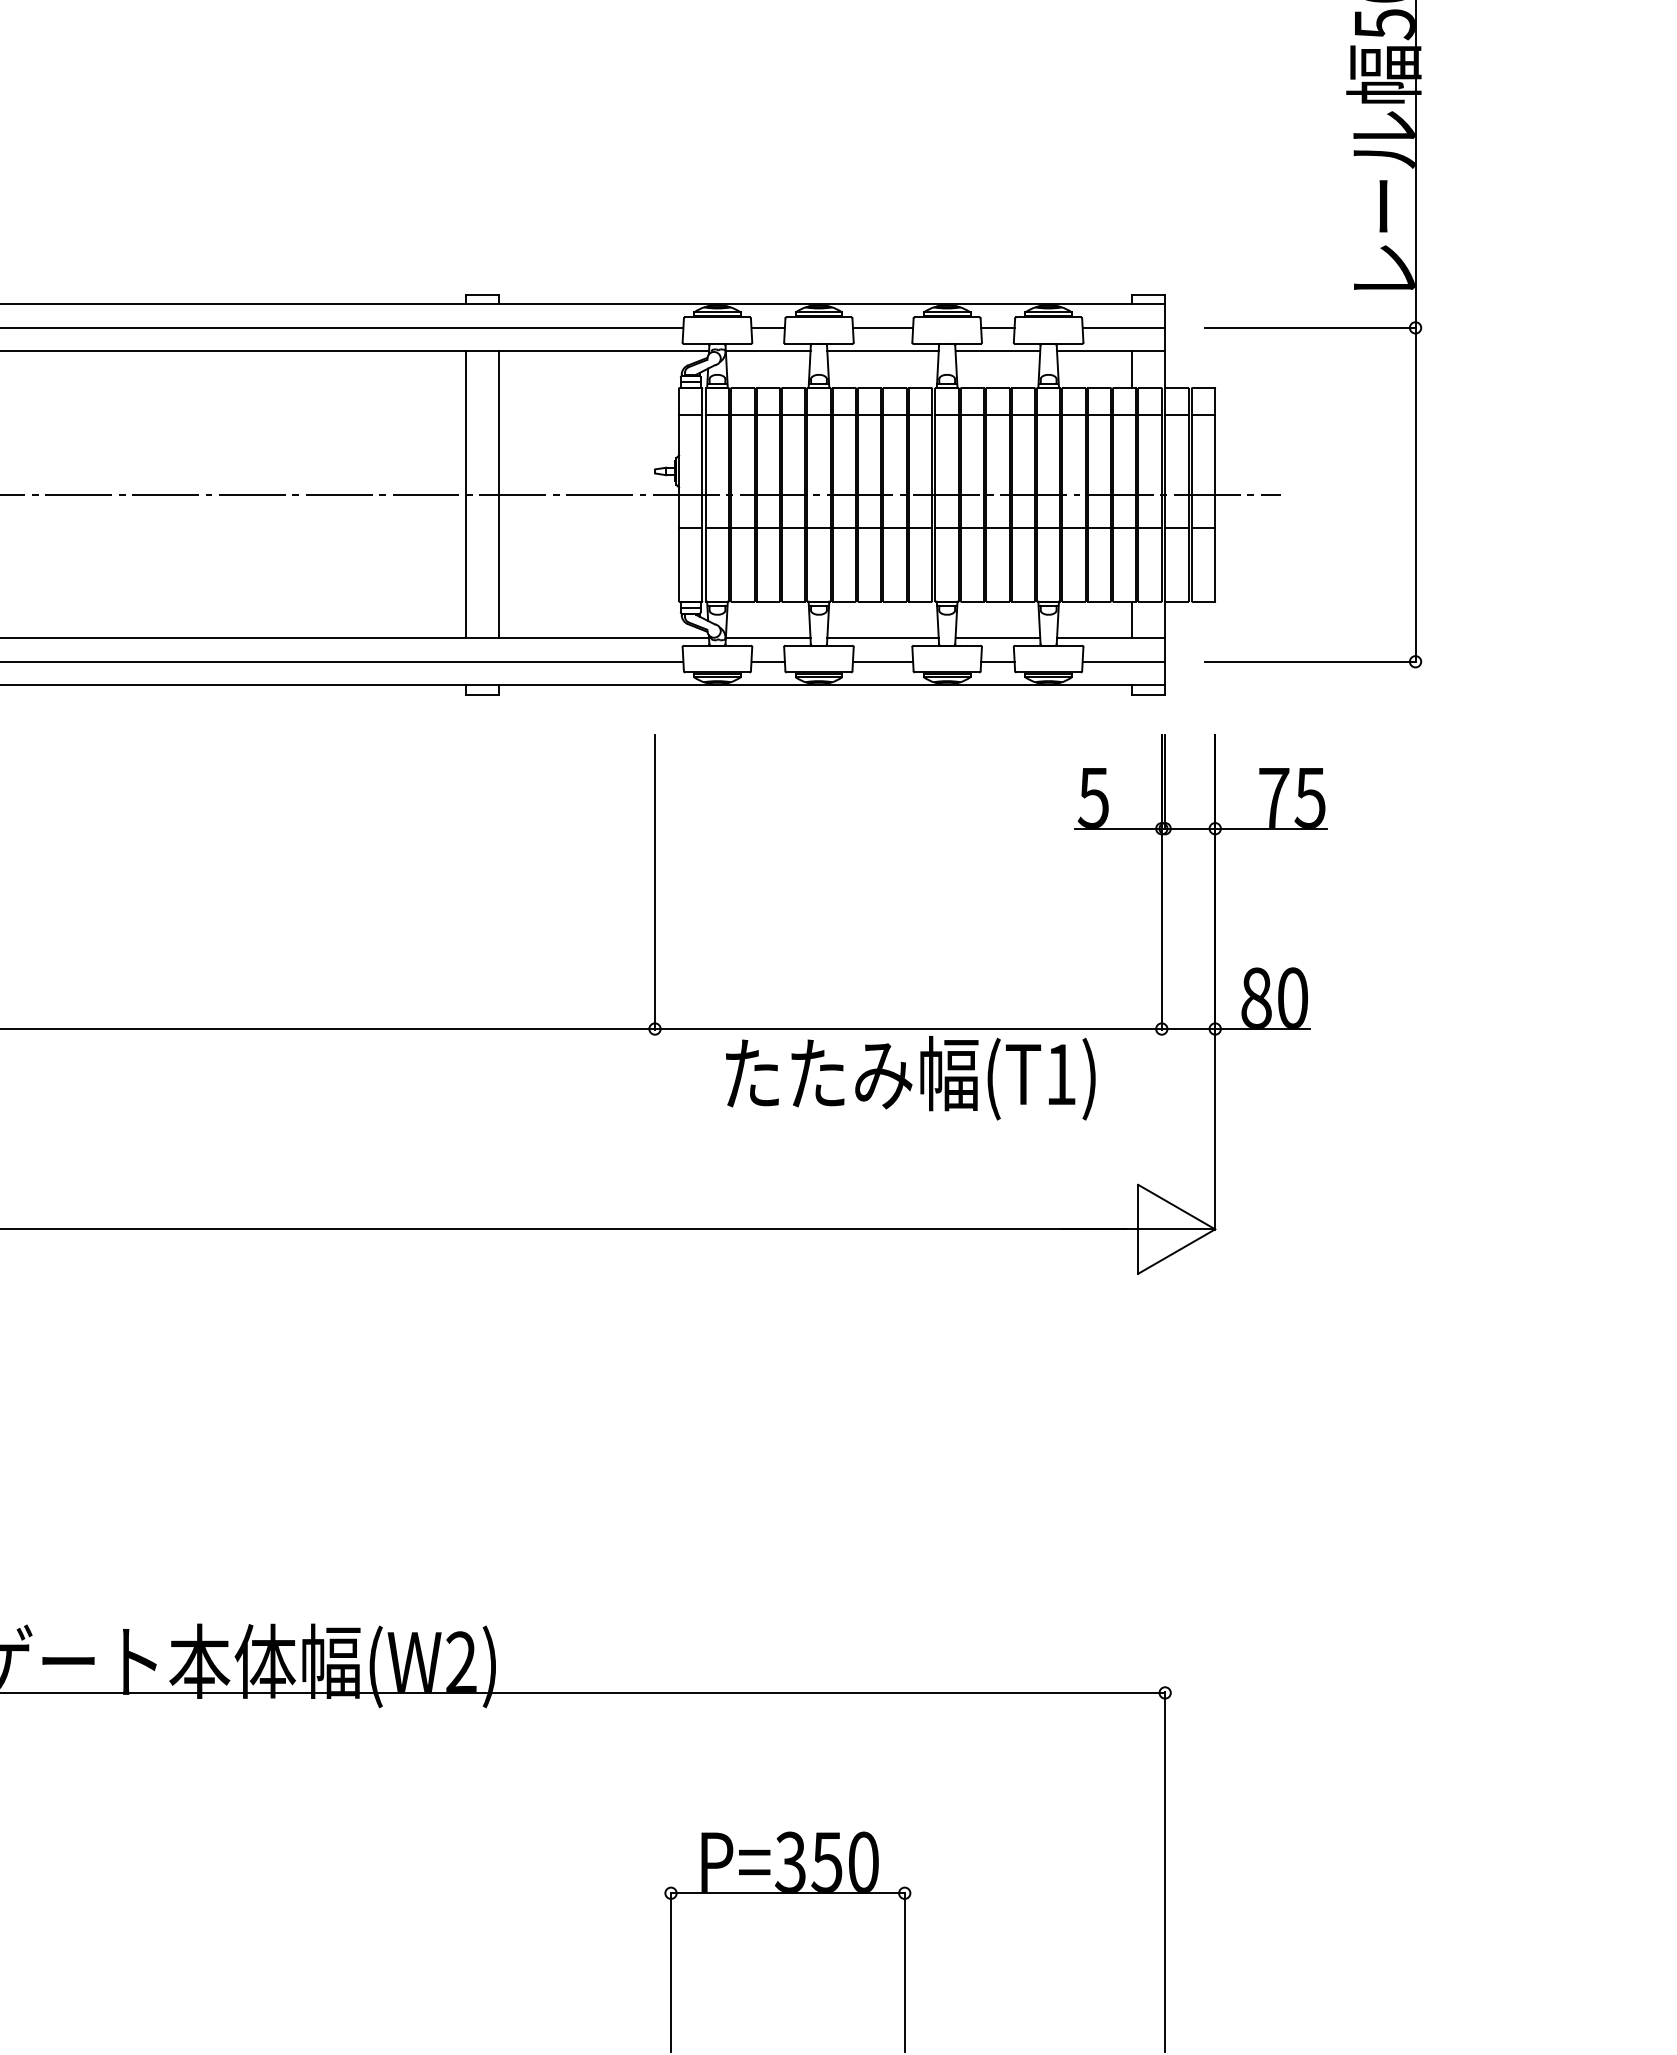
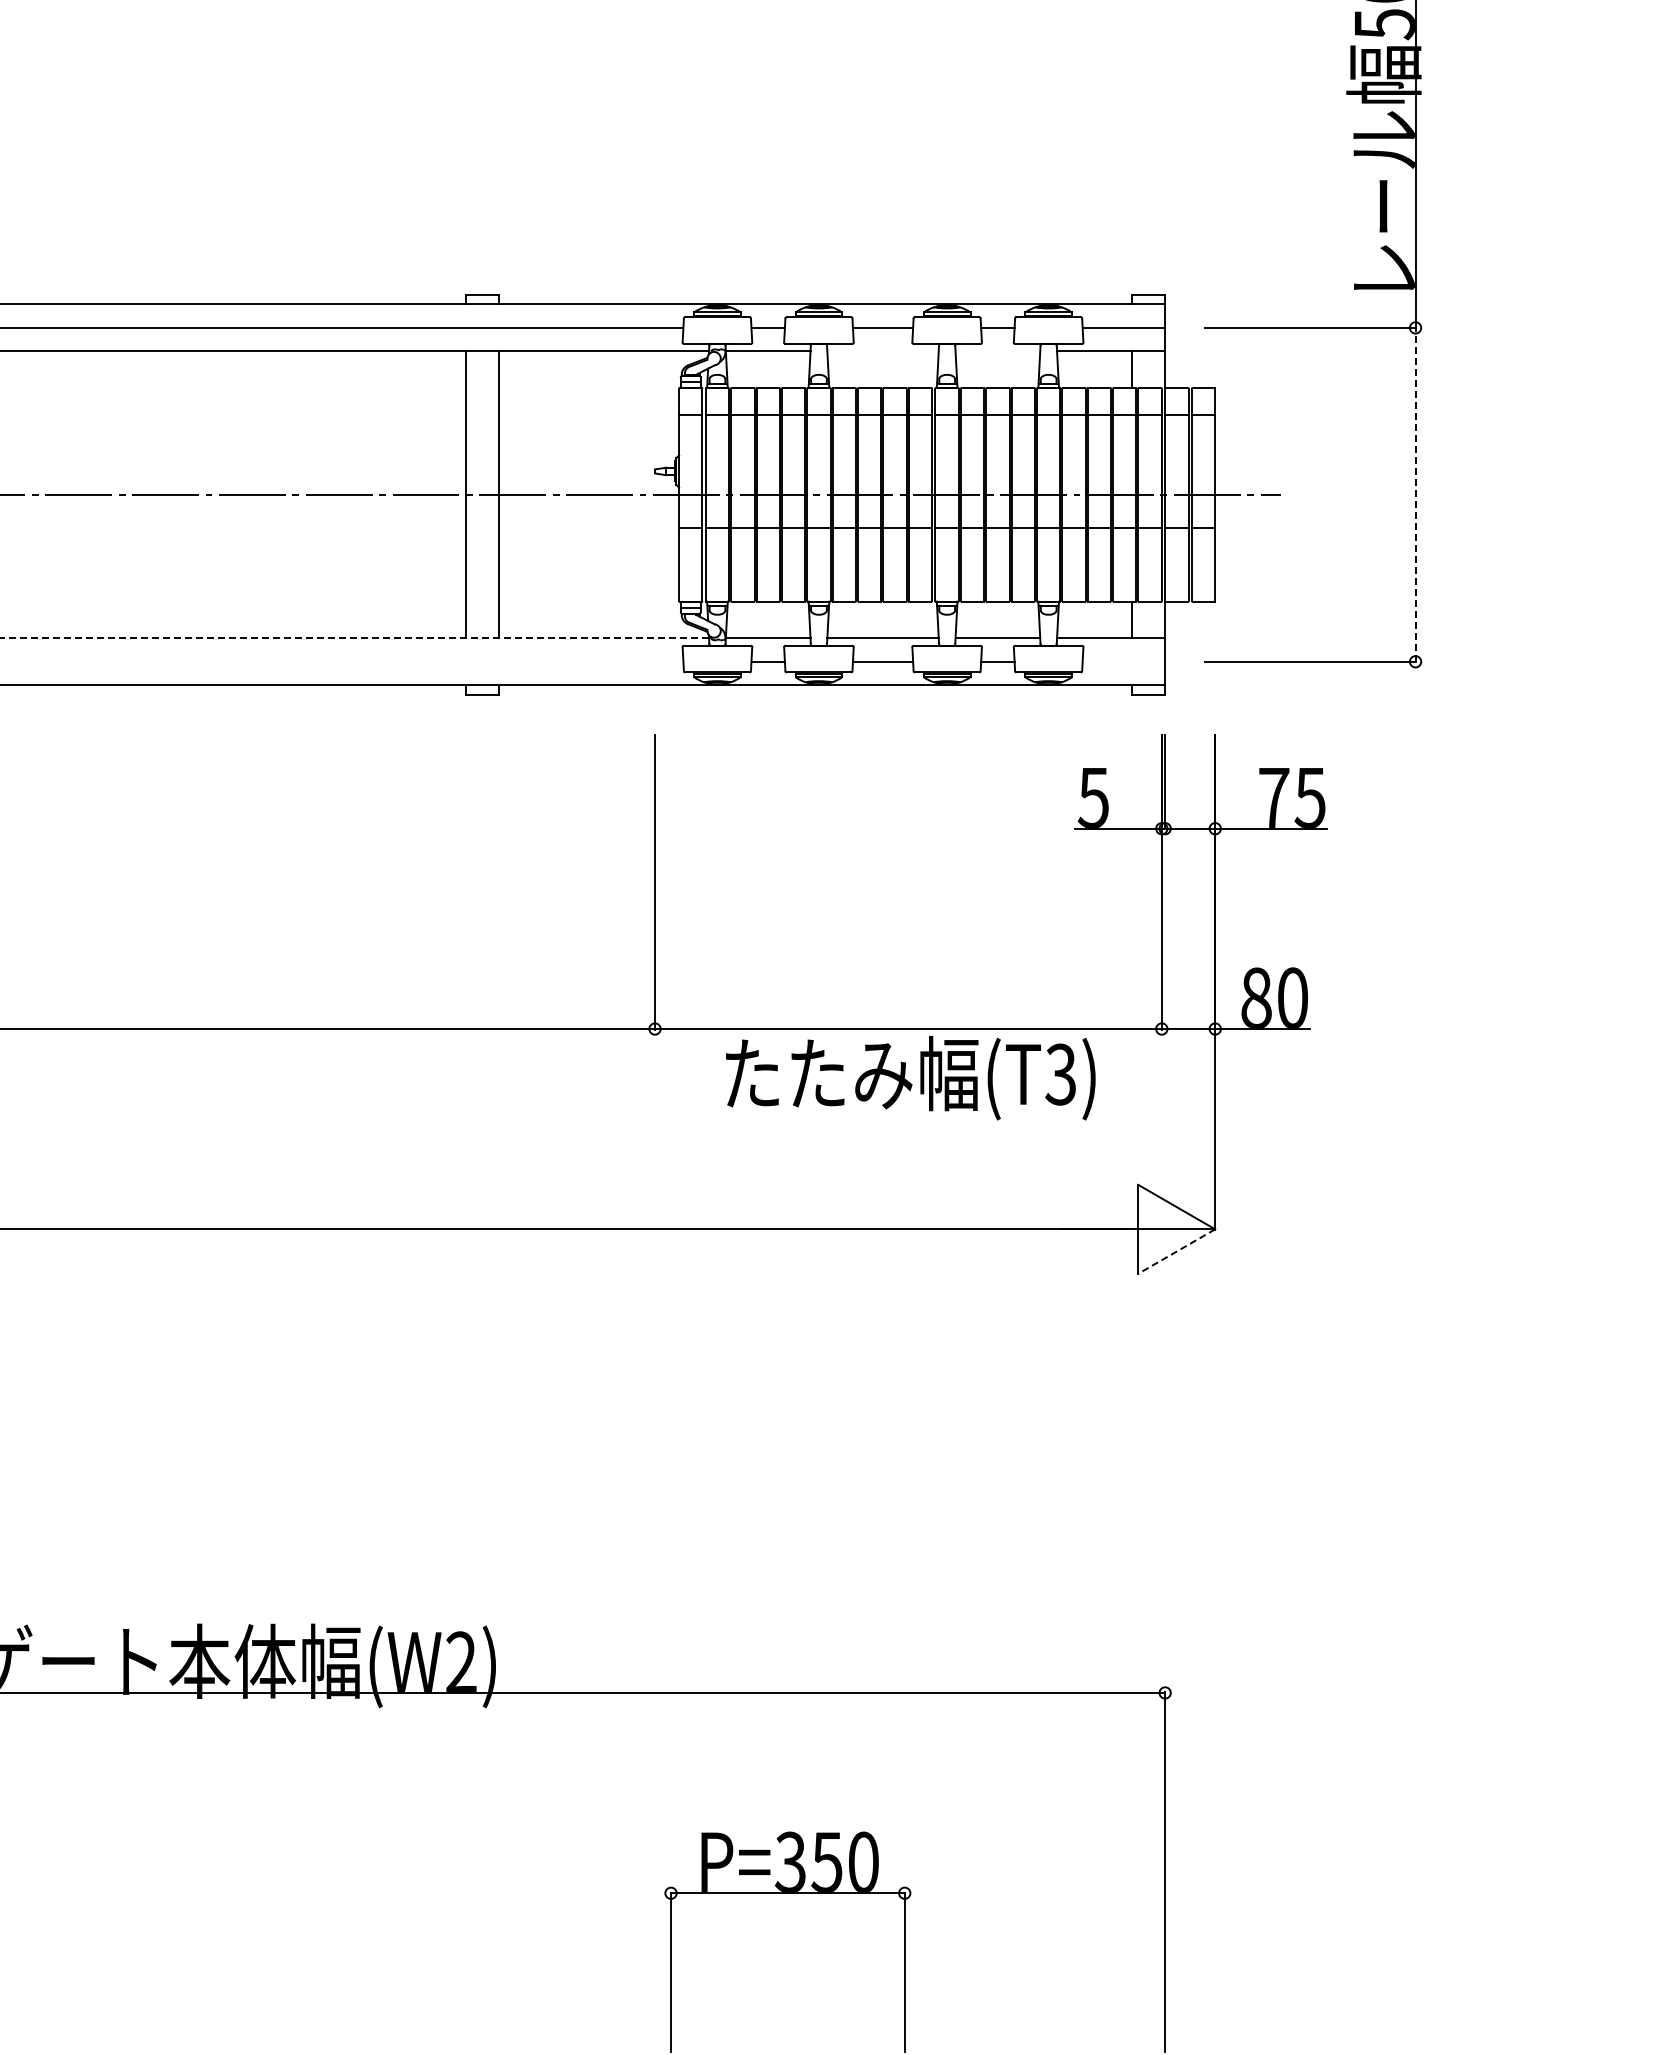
line at (882, 351): present -> none
line at (997, 351): present -> none
line at (1415, 494): solid -> dashed
line at (354, 638): solid -> dashed
line at (342, 661): present -> none
line at (1123, 661): present -> none
text at (1060, 1074): (T1) -> (T3)
line at (1176, 1251): solid -> dashed
